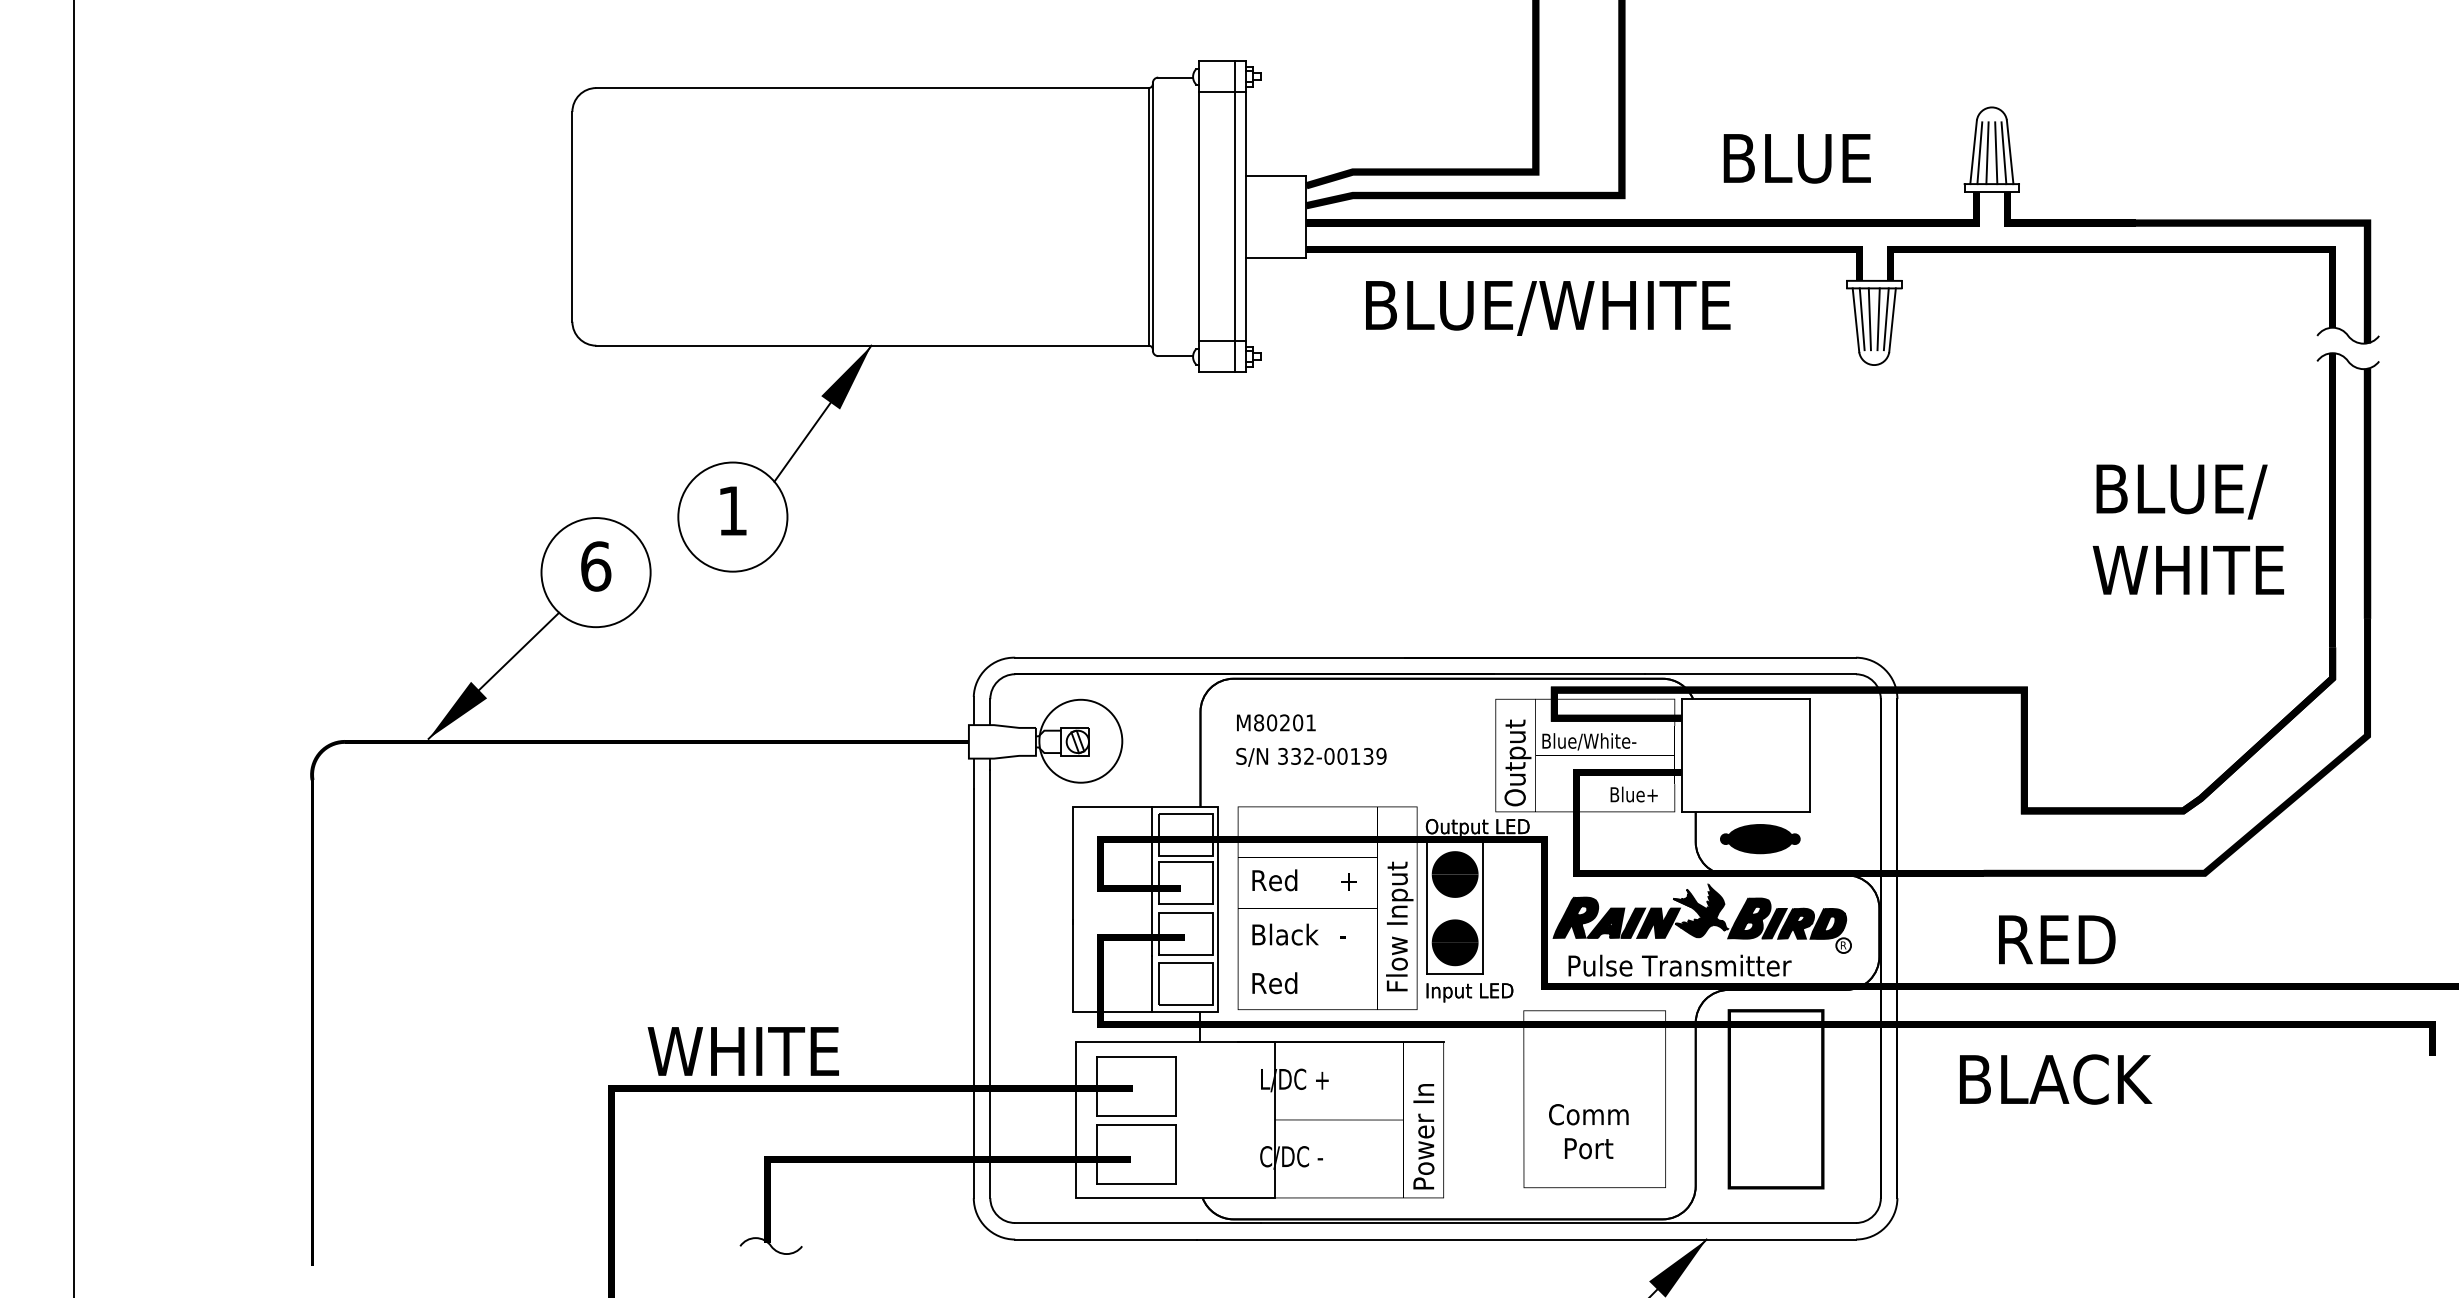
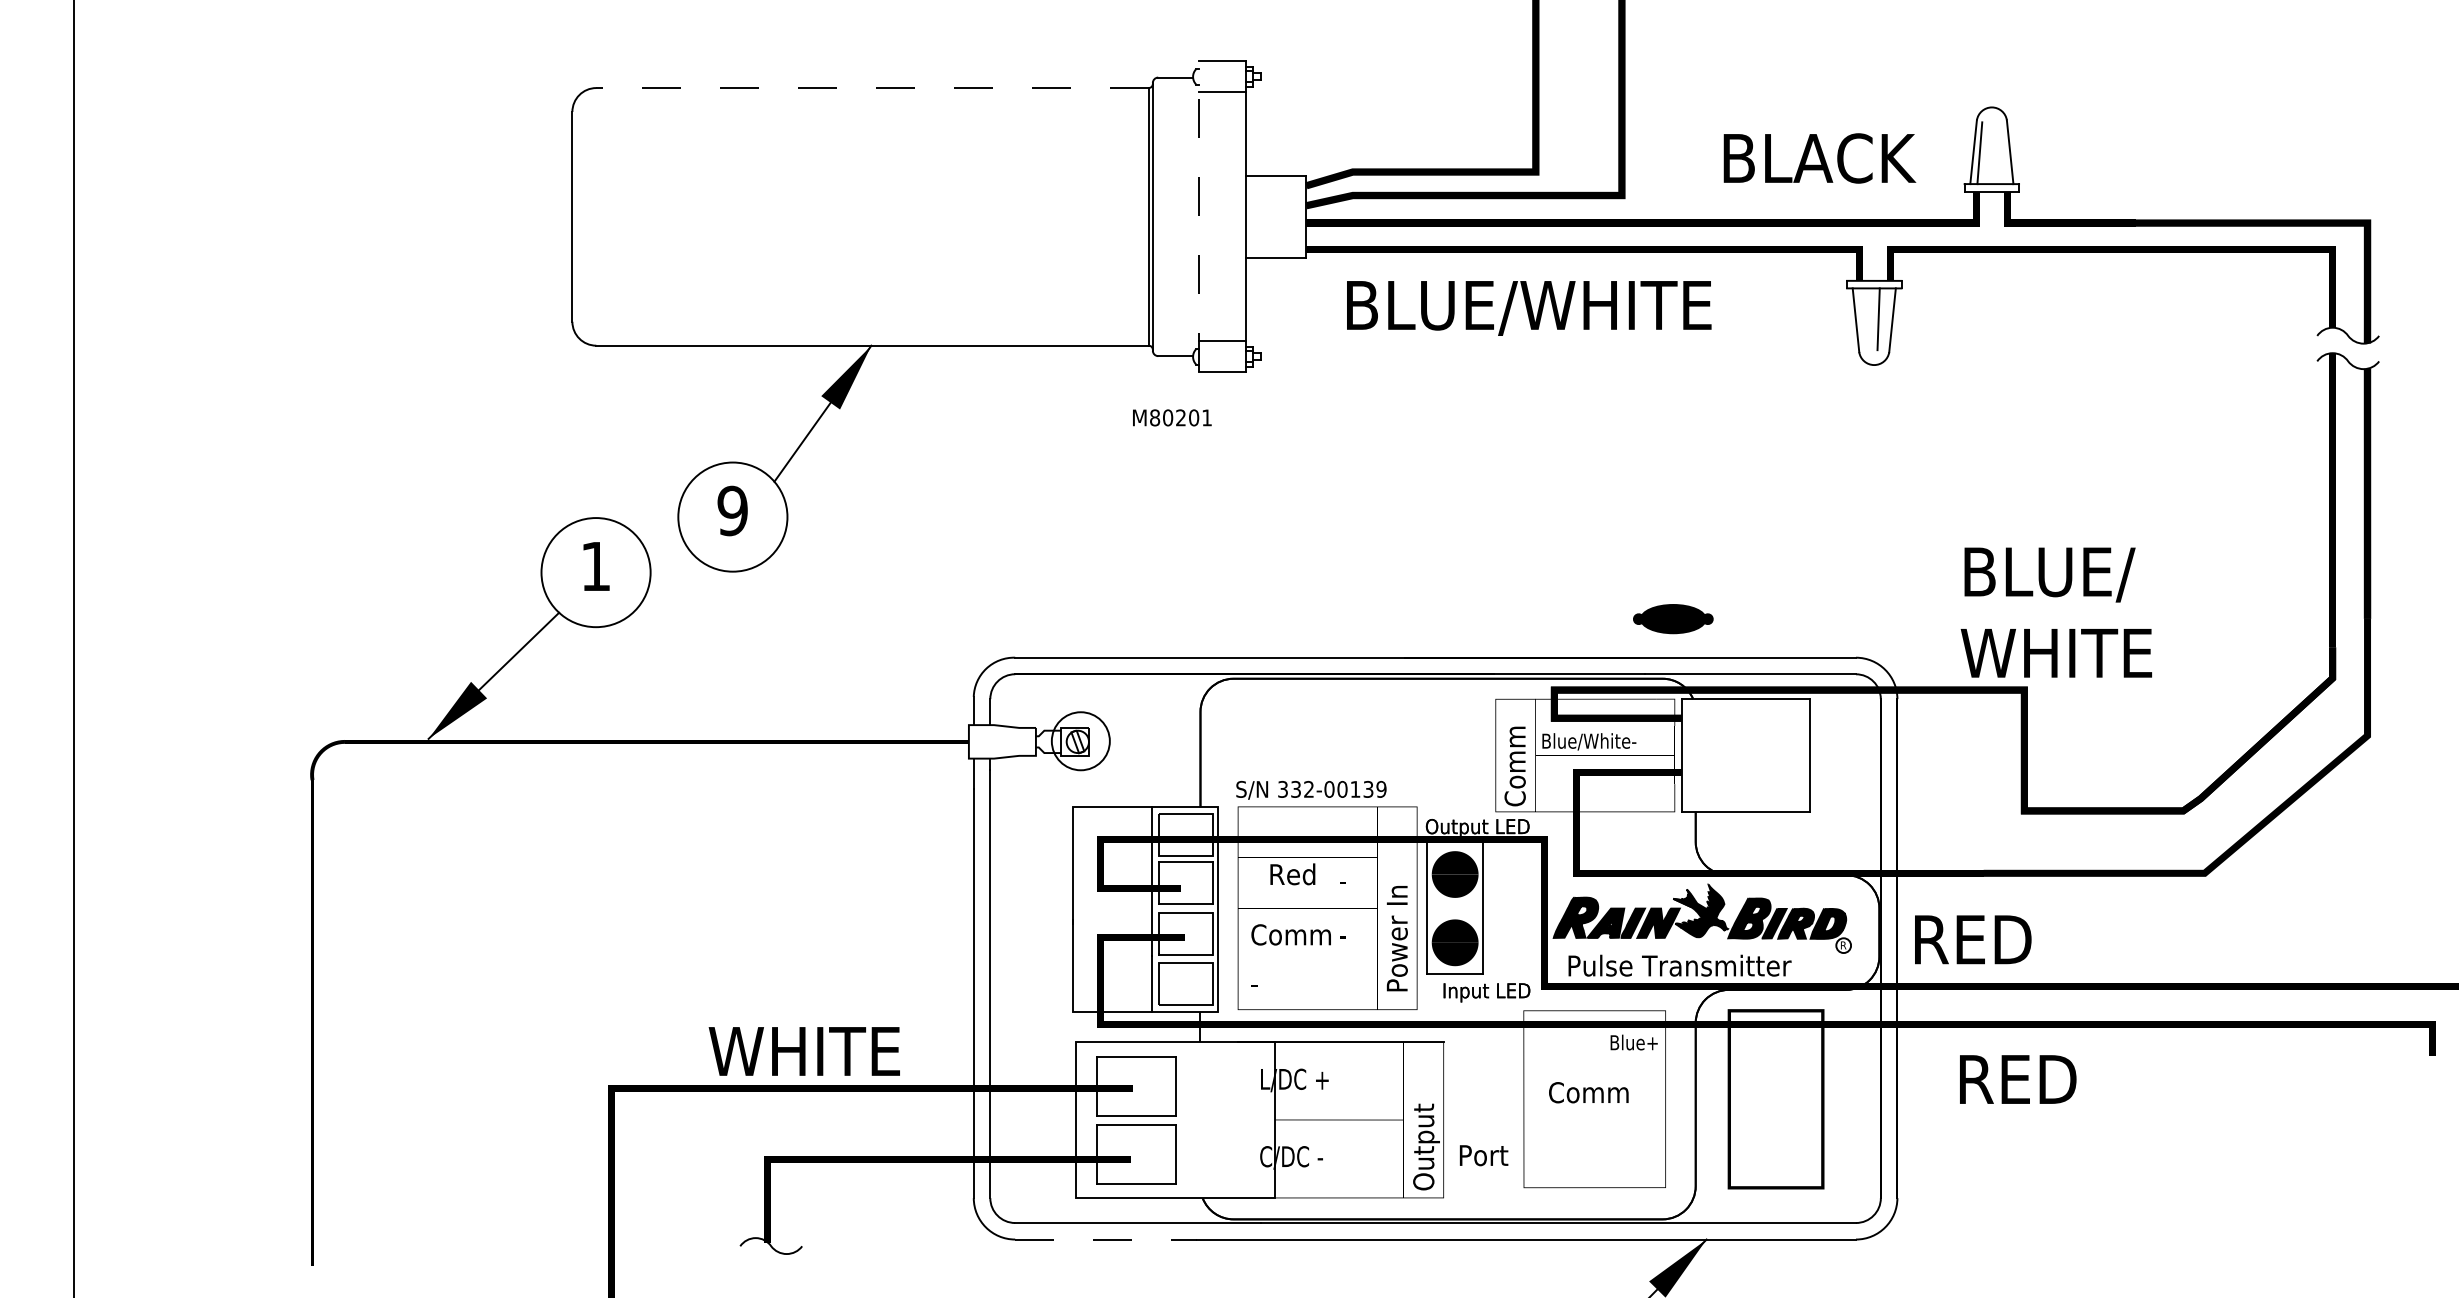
line at (872, 88): solid -> dashed
line at (1987, 153): present -> none
line at (1996, 153): present -> none
line at (2003, 153): present -> none
text at (1854, 158): BLUE -> BLACK
line at (1199, 216): solid -> dashed
line at (1234, 216): present -> none
text at (1548, 308) position: (1548, 308) -> (1529, 308)
line at (1861, 319): present -> none
line at (1869, 319): present -> none
line at (1885, 319): present -> none
text at (732, 510): 1 -> 9
text at (2187, 529) position: (2187, 529) -> (2055, 612)
text at (596, 566): 6 -> 1
text at (1276, 722) position: (1276, 722) -> (1172, 417)
circle at (1080, 740) diameter: 83 px -> 58 px
text at (1311, 757) position: (1311, 757) -> (1311, 790)
text at (1517, 759): Output -> Comm
text at (1633, 794) position: (1633, 794) -> (1633, 1042)
part at (1760, 839) position: (1760, 839) -> (1673, 619)
text at (1274, 880) position: (1274, 880) -> (1292, 874)
text at (1348, 881): + -> -
text at (1399, 924): Flow Input -> Power In
text at (1290, 934): Black -> Comm
text at (2057, 939) position: (2057, 939) -> (1973, 939)
text at (1274, 983): Red -> -
text at (1469, 992) position: (1469, 992) -> (1486, 992)
text at (742, 1051) position: (742, 1051) -> (803, 1051)
text at (2058, 1079): BLACK -> RED
text at (1588, 1114) position: (1588, 1114) -> (1588, 1092)
text at (1426, 1137): Power In -> Output
text at (1589, 1148) position: (1589, 1148) -> (1484, 1155)
line at (1105, 1239): solid -> dashed
